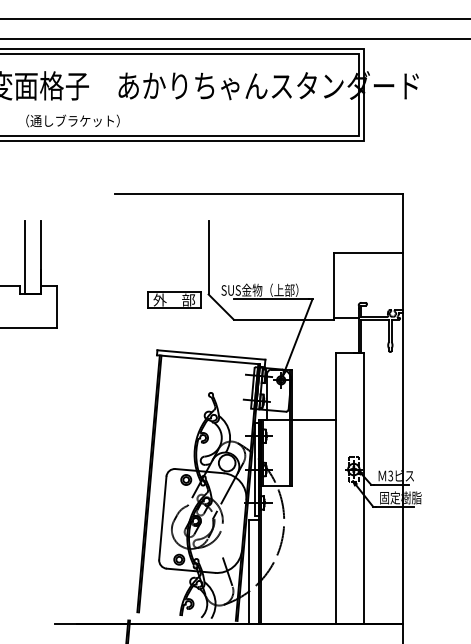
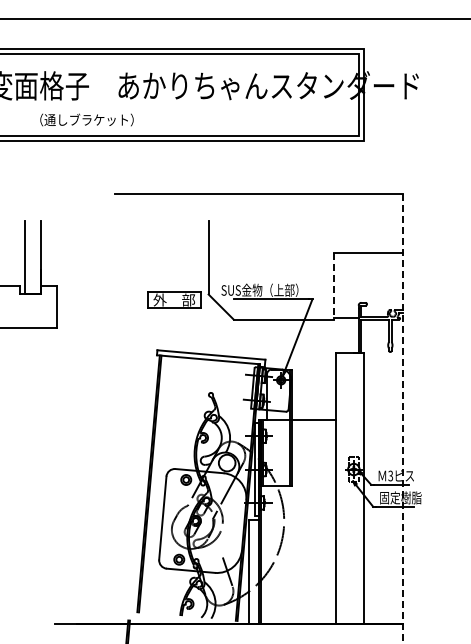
line at (234, 39): present -> none
text at (72, 120) position: (72, 120) -> (86, 119)
line at (333, 286): solid -> dashed
line at (403, 418): solid -> dashed
